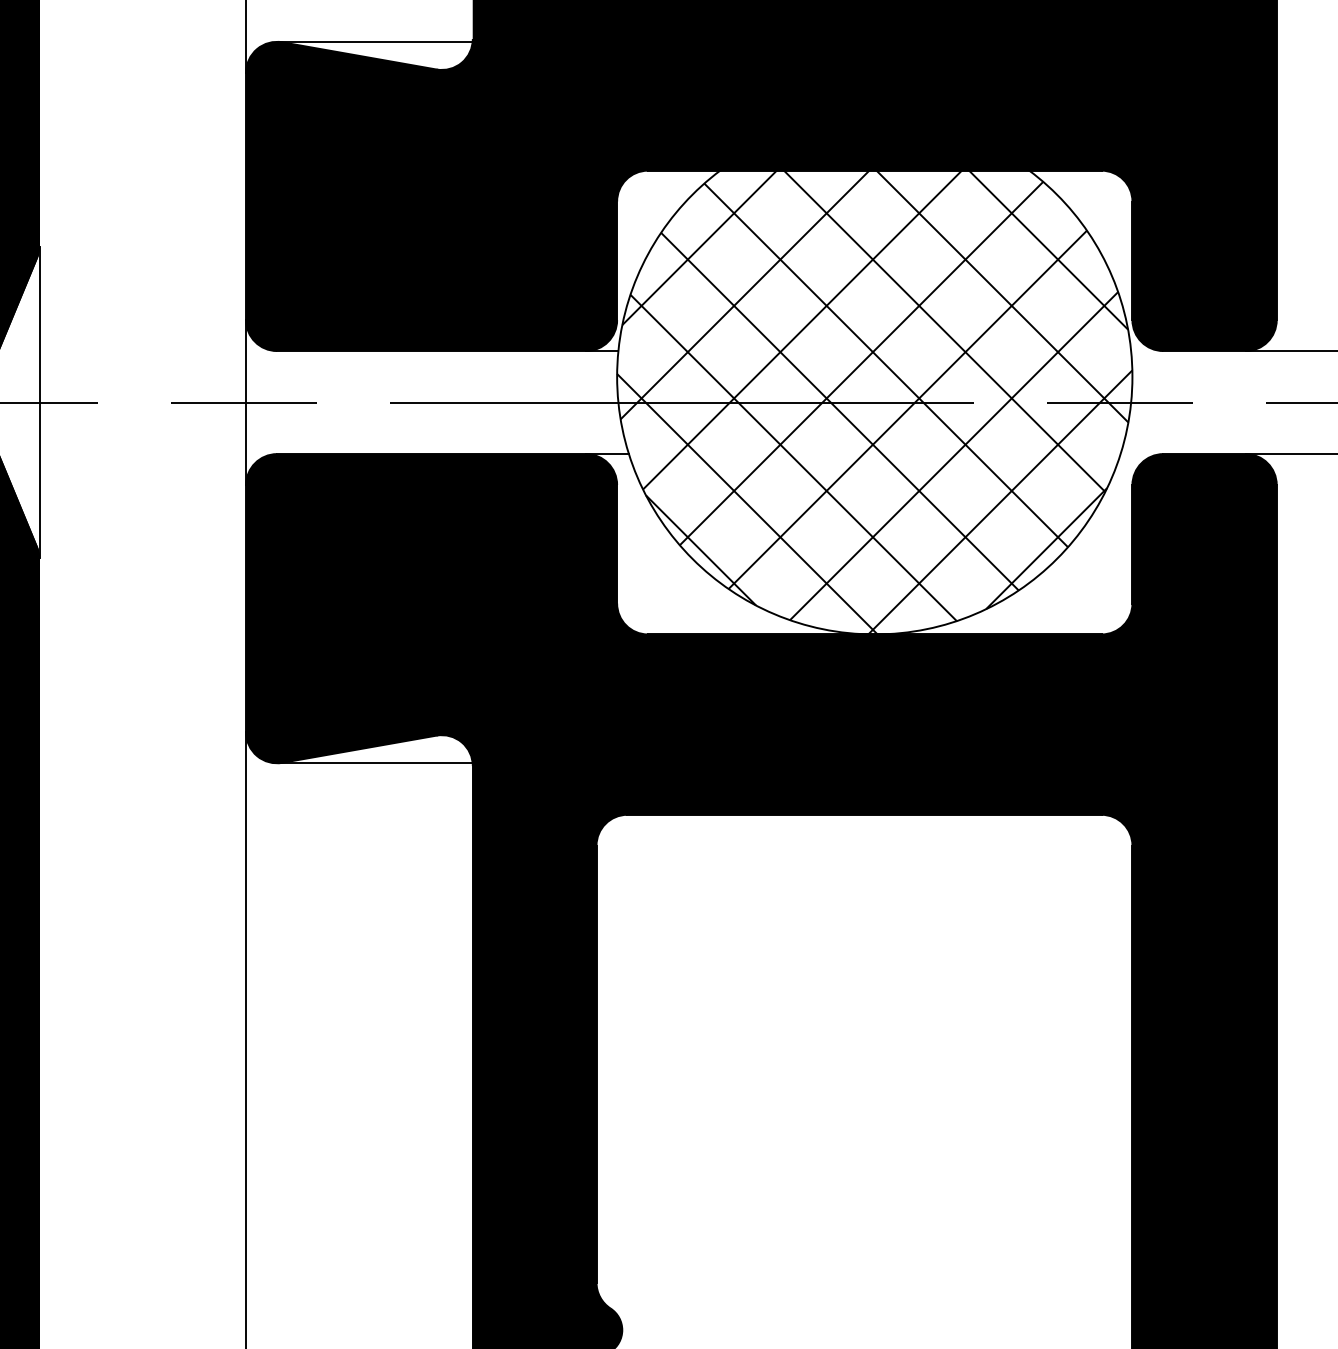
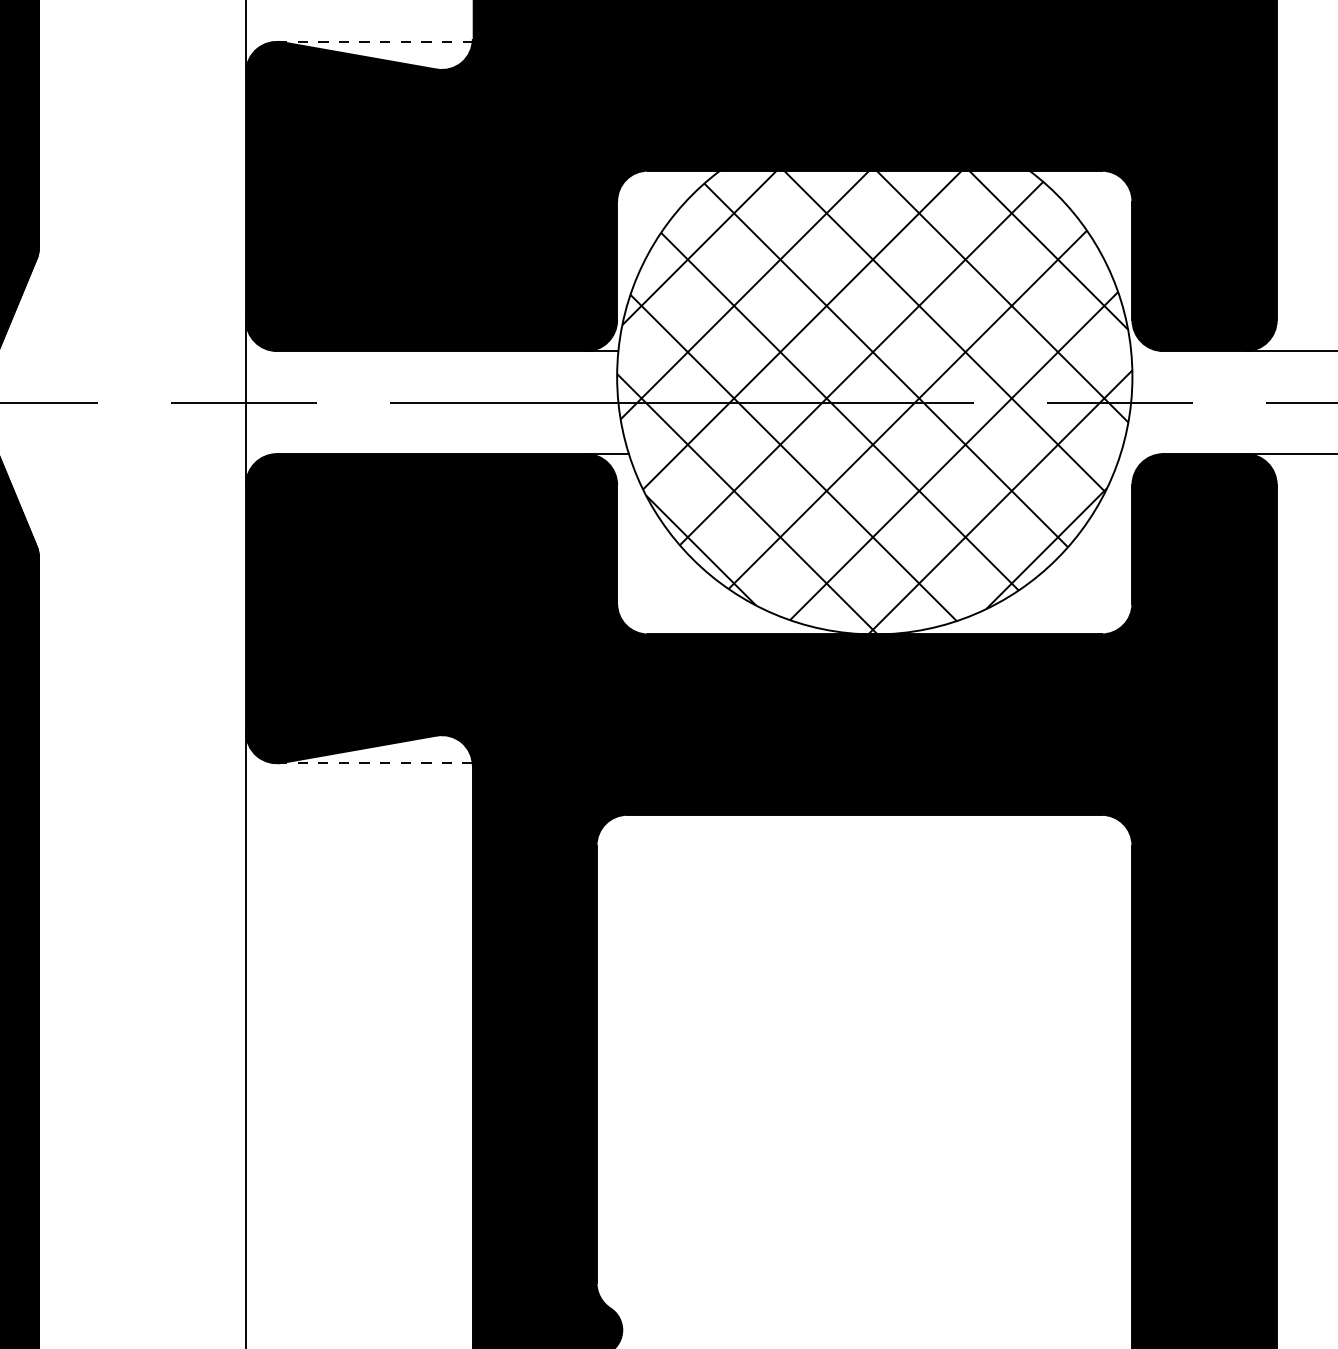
line at (374, 41): solid -> dashed
line at (39, 402): present -> none
line at (374, 763): solid -> dashed
